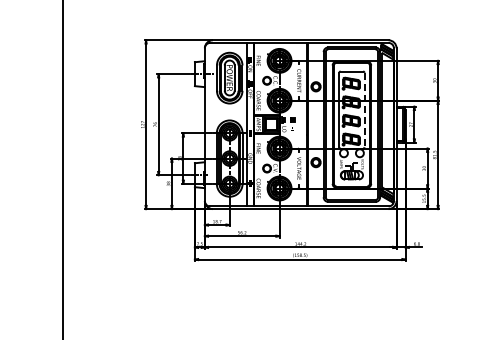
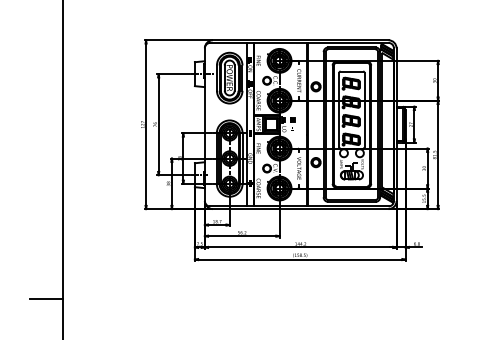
line at (364, 110): dashed -> solid
line at (45, 298): none -> present
